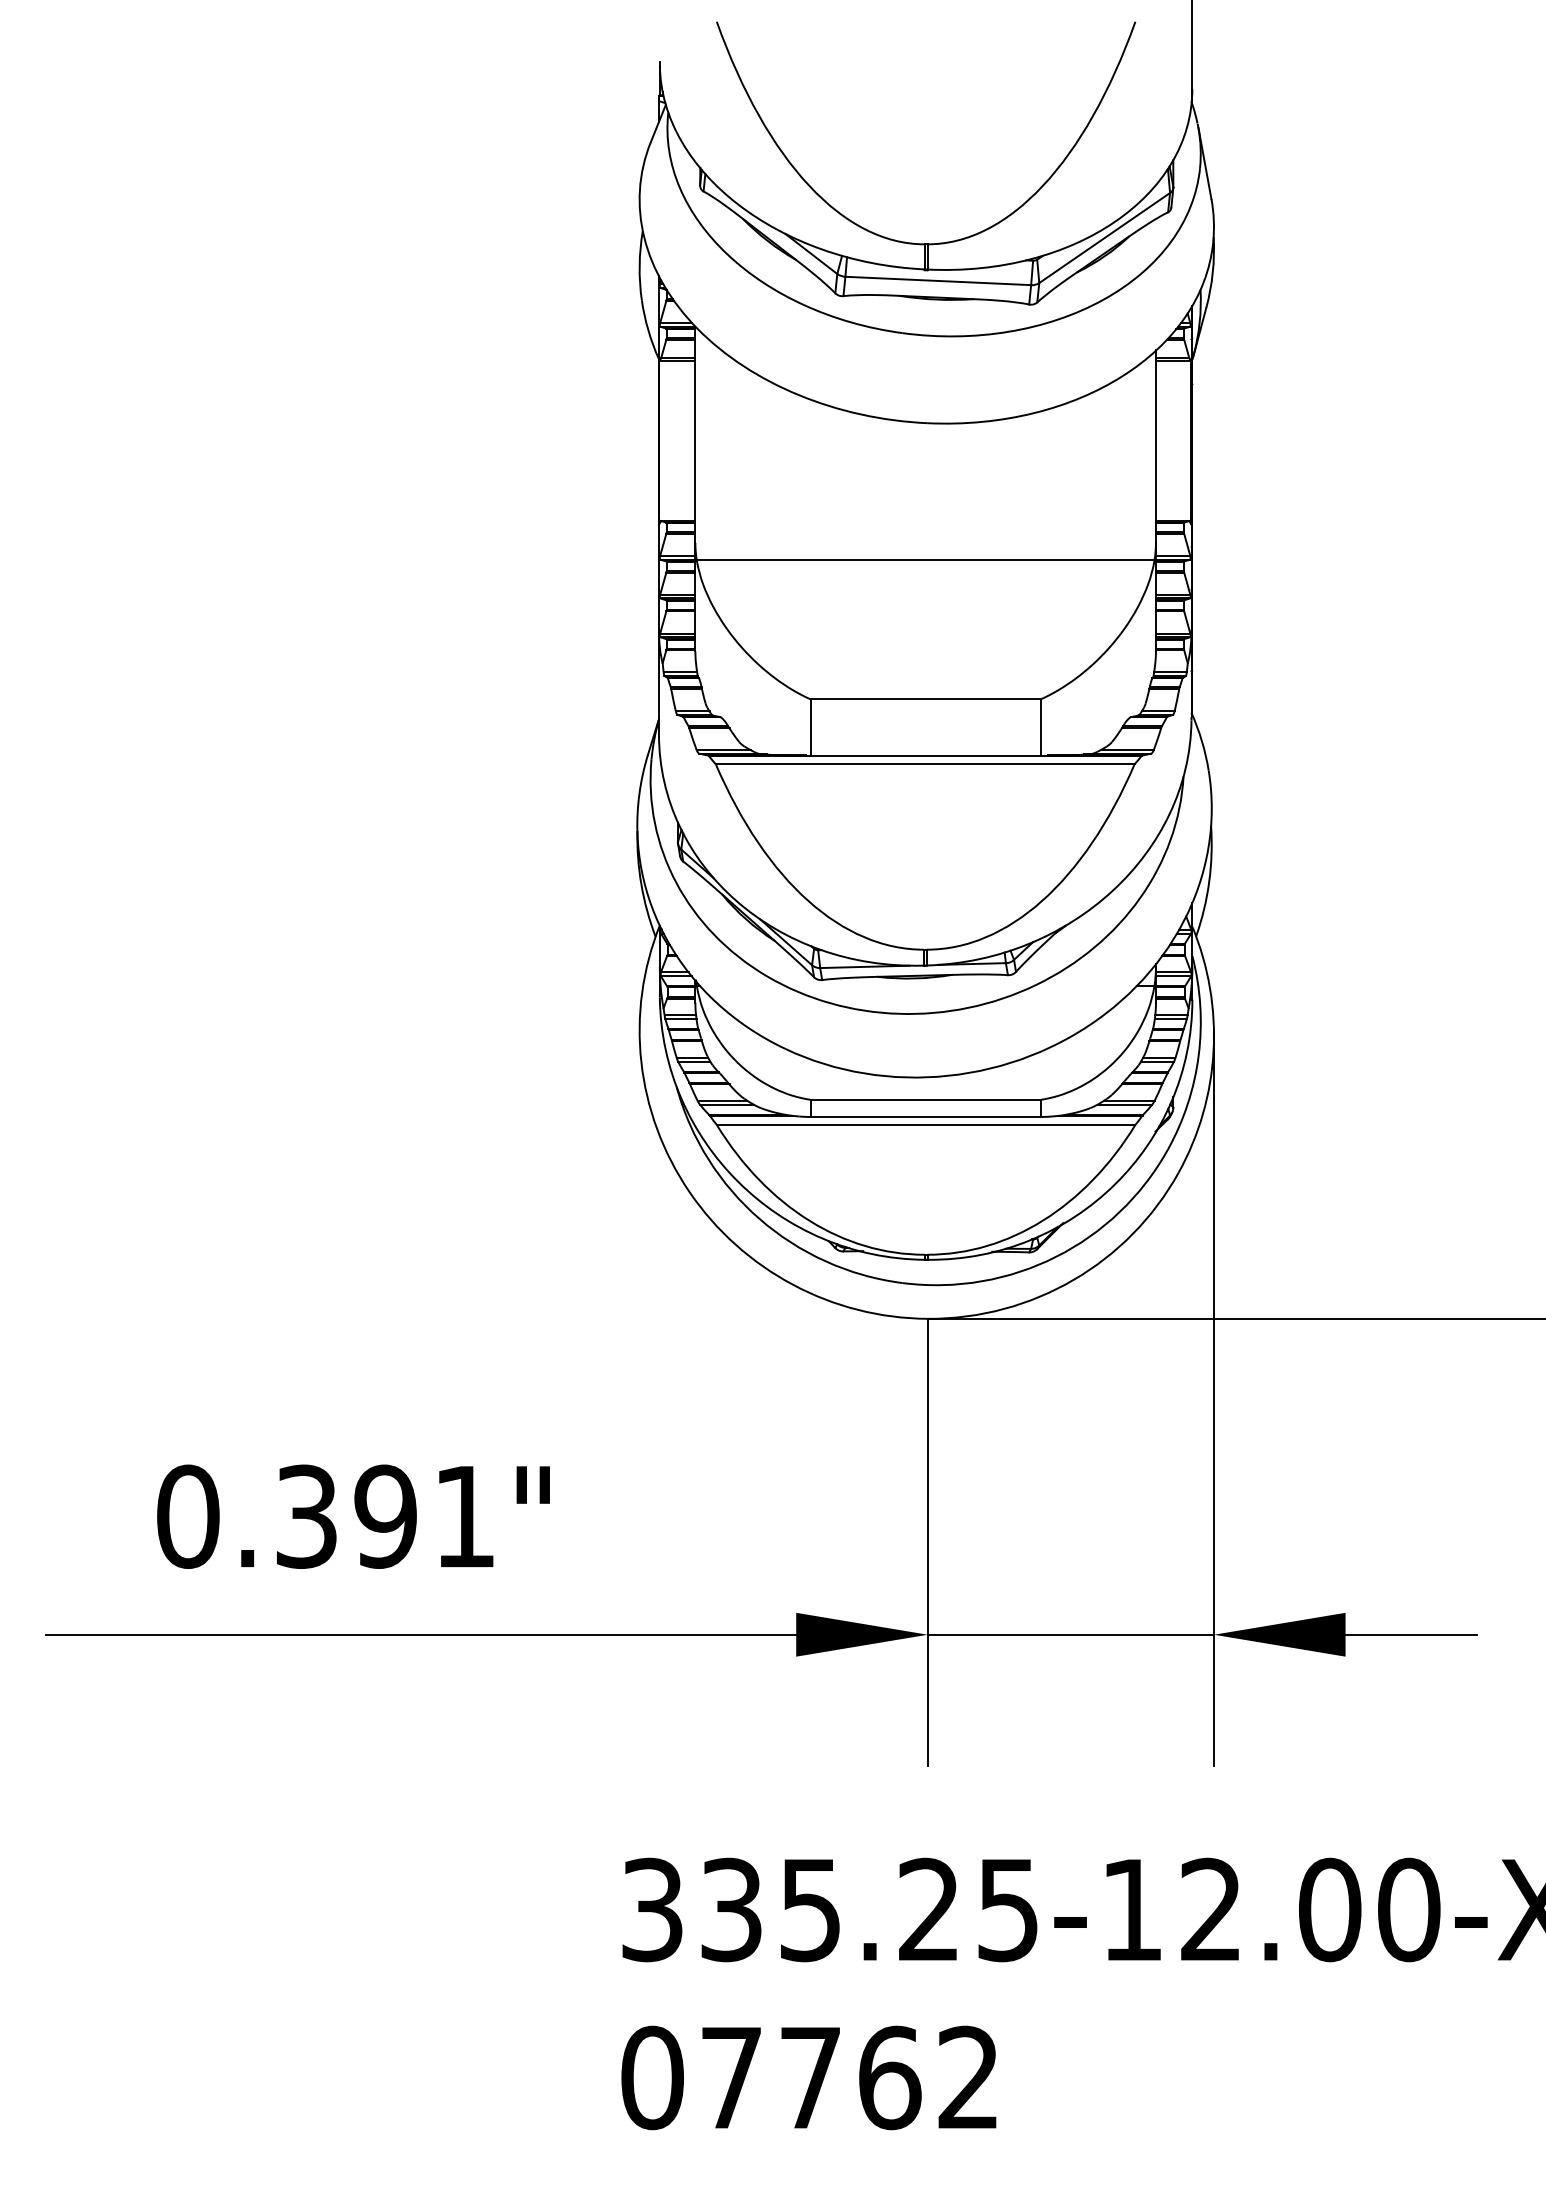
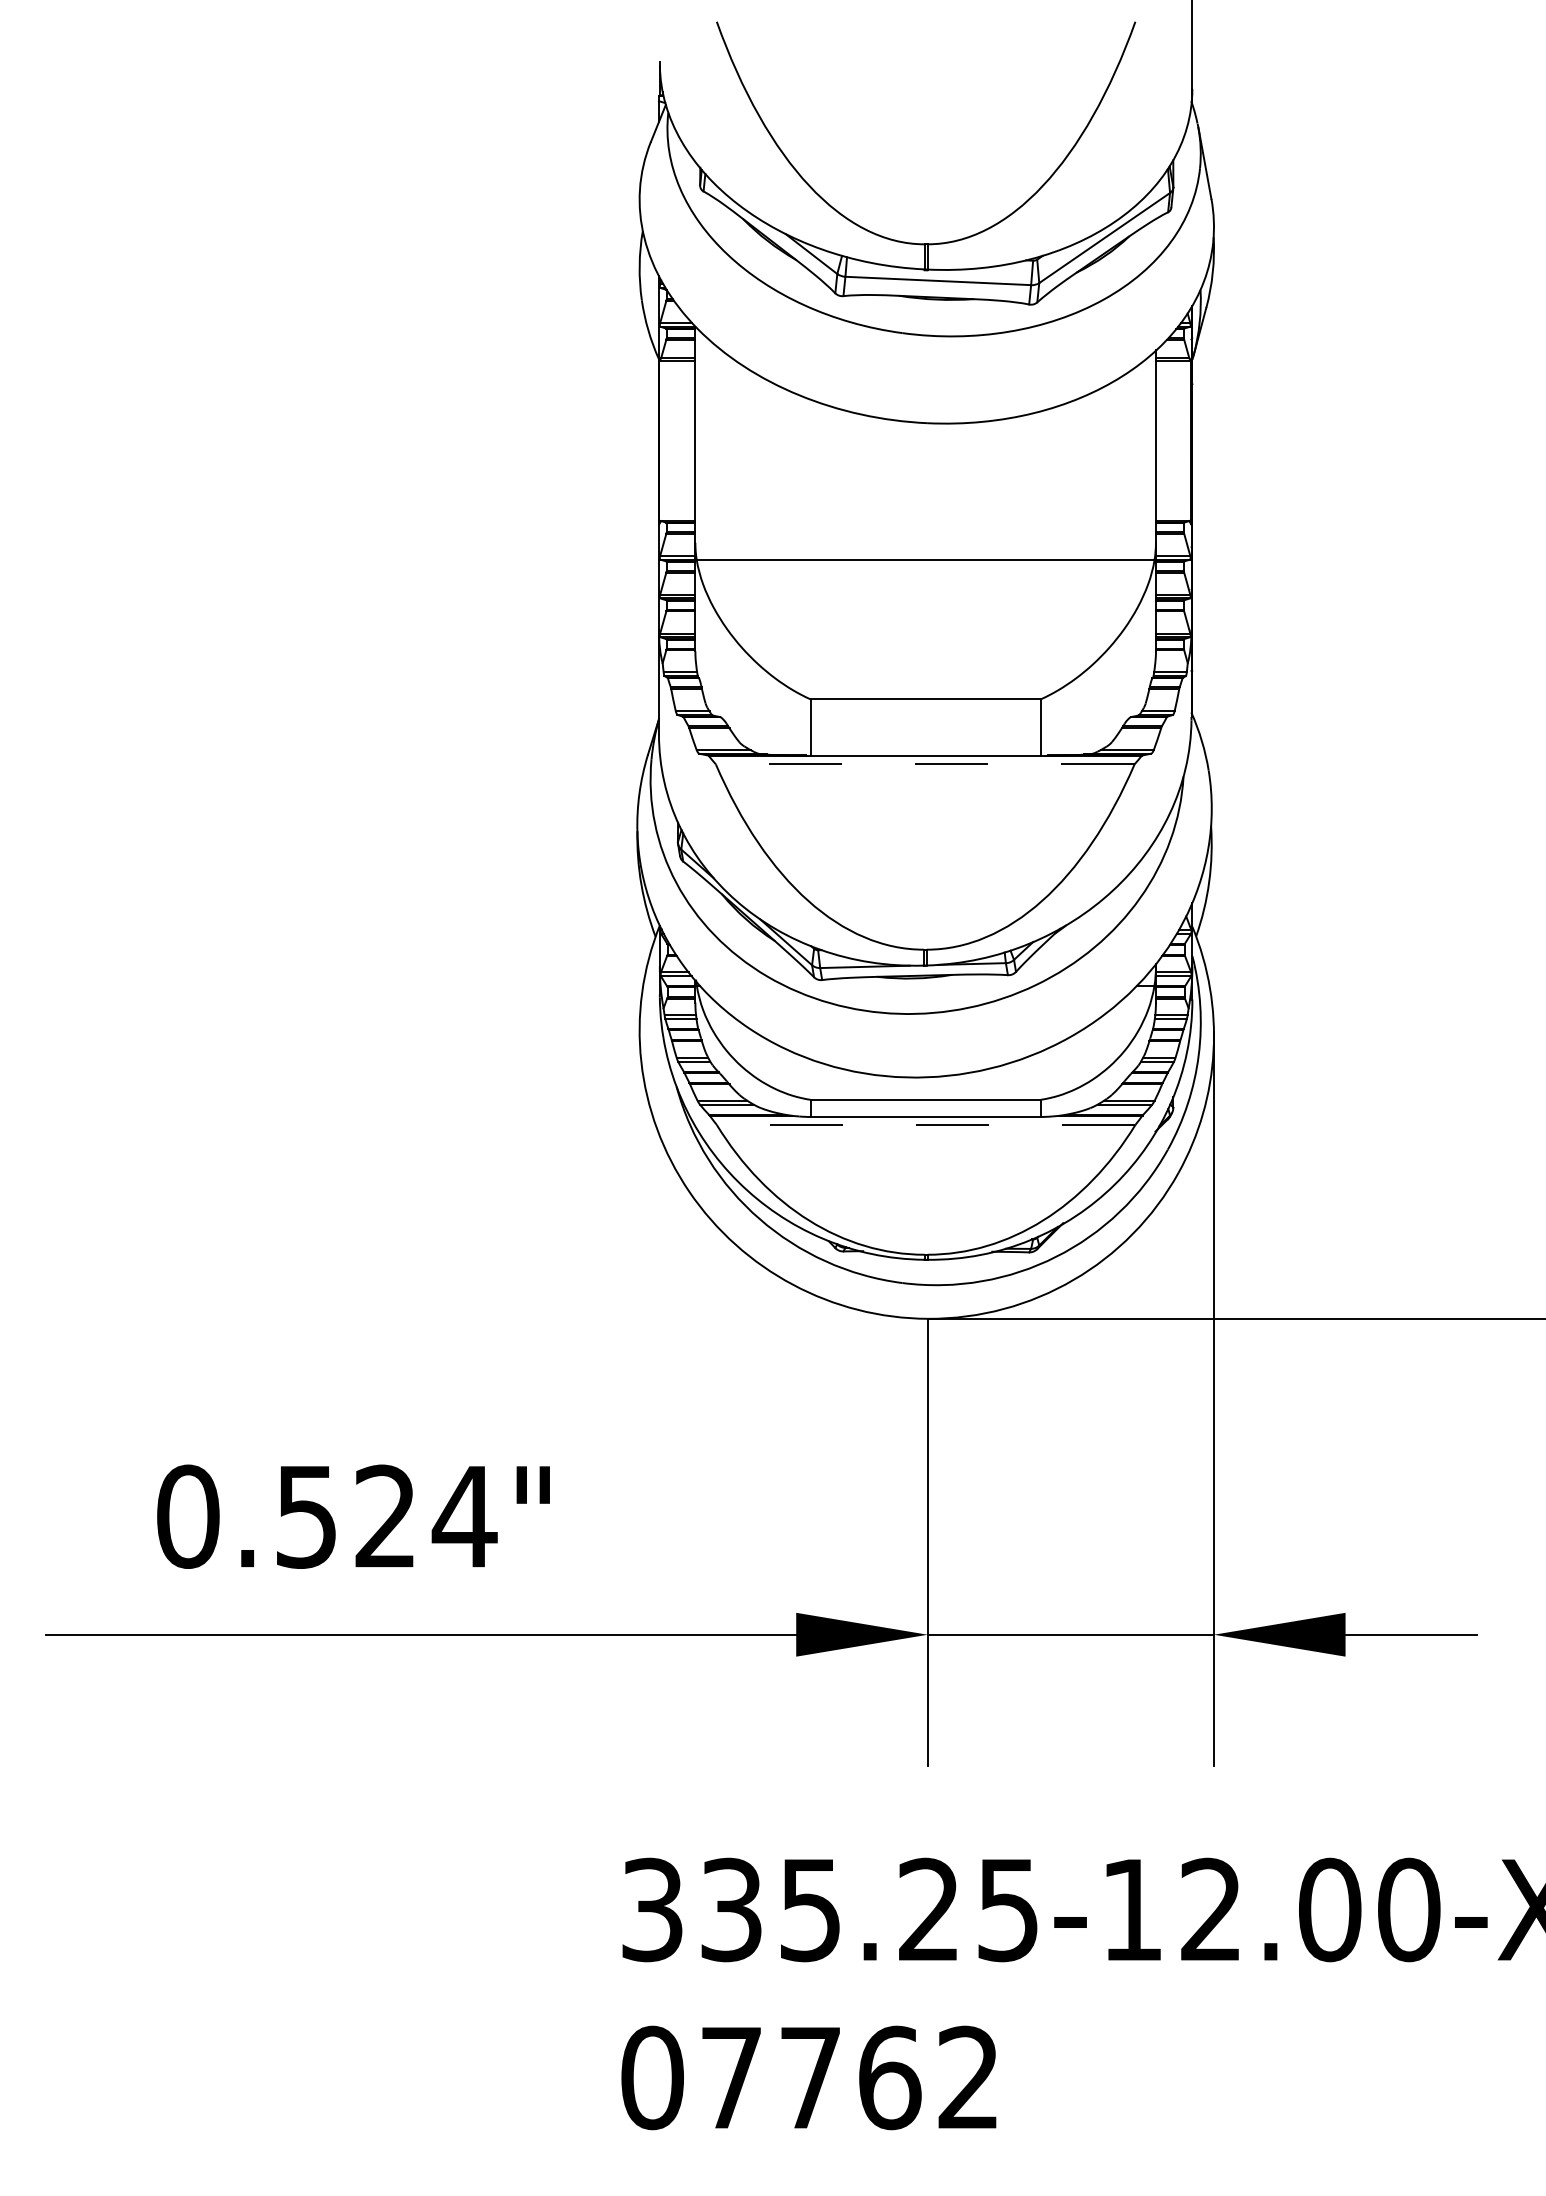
line at (924, 764): solid -> dashed
line at (925, 1124): solid -> dashed
text at (387, 1516): 0.391" -> 0.524"
